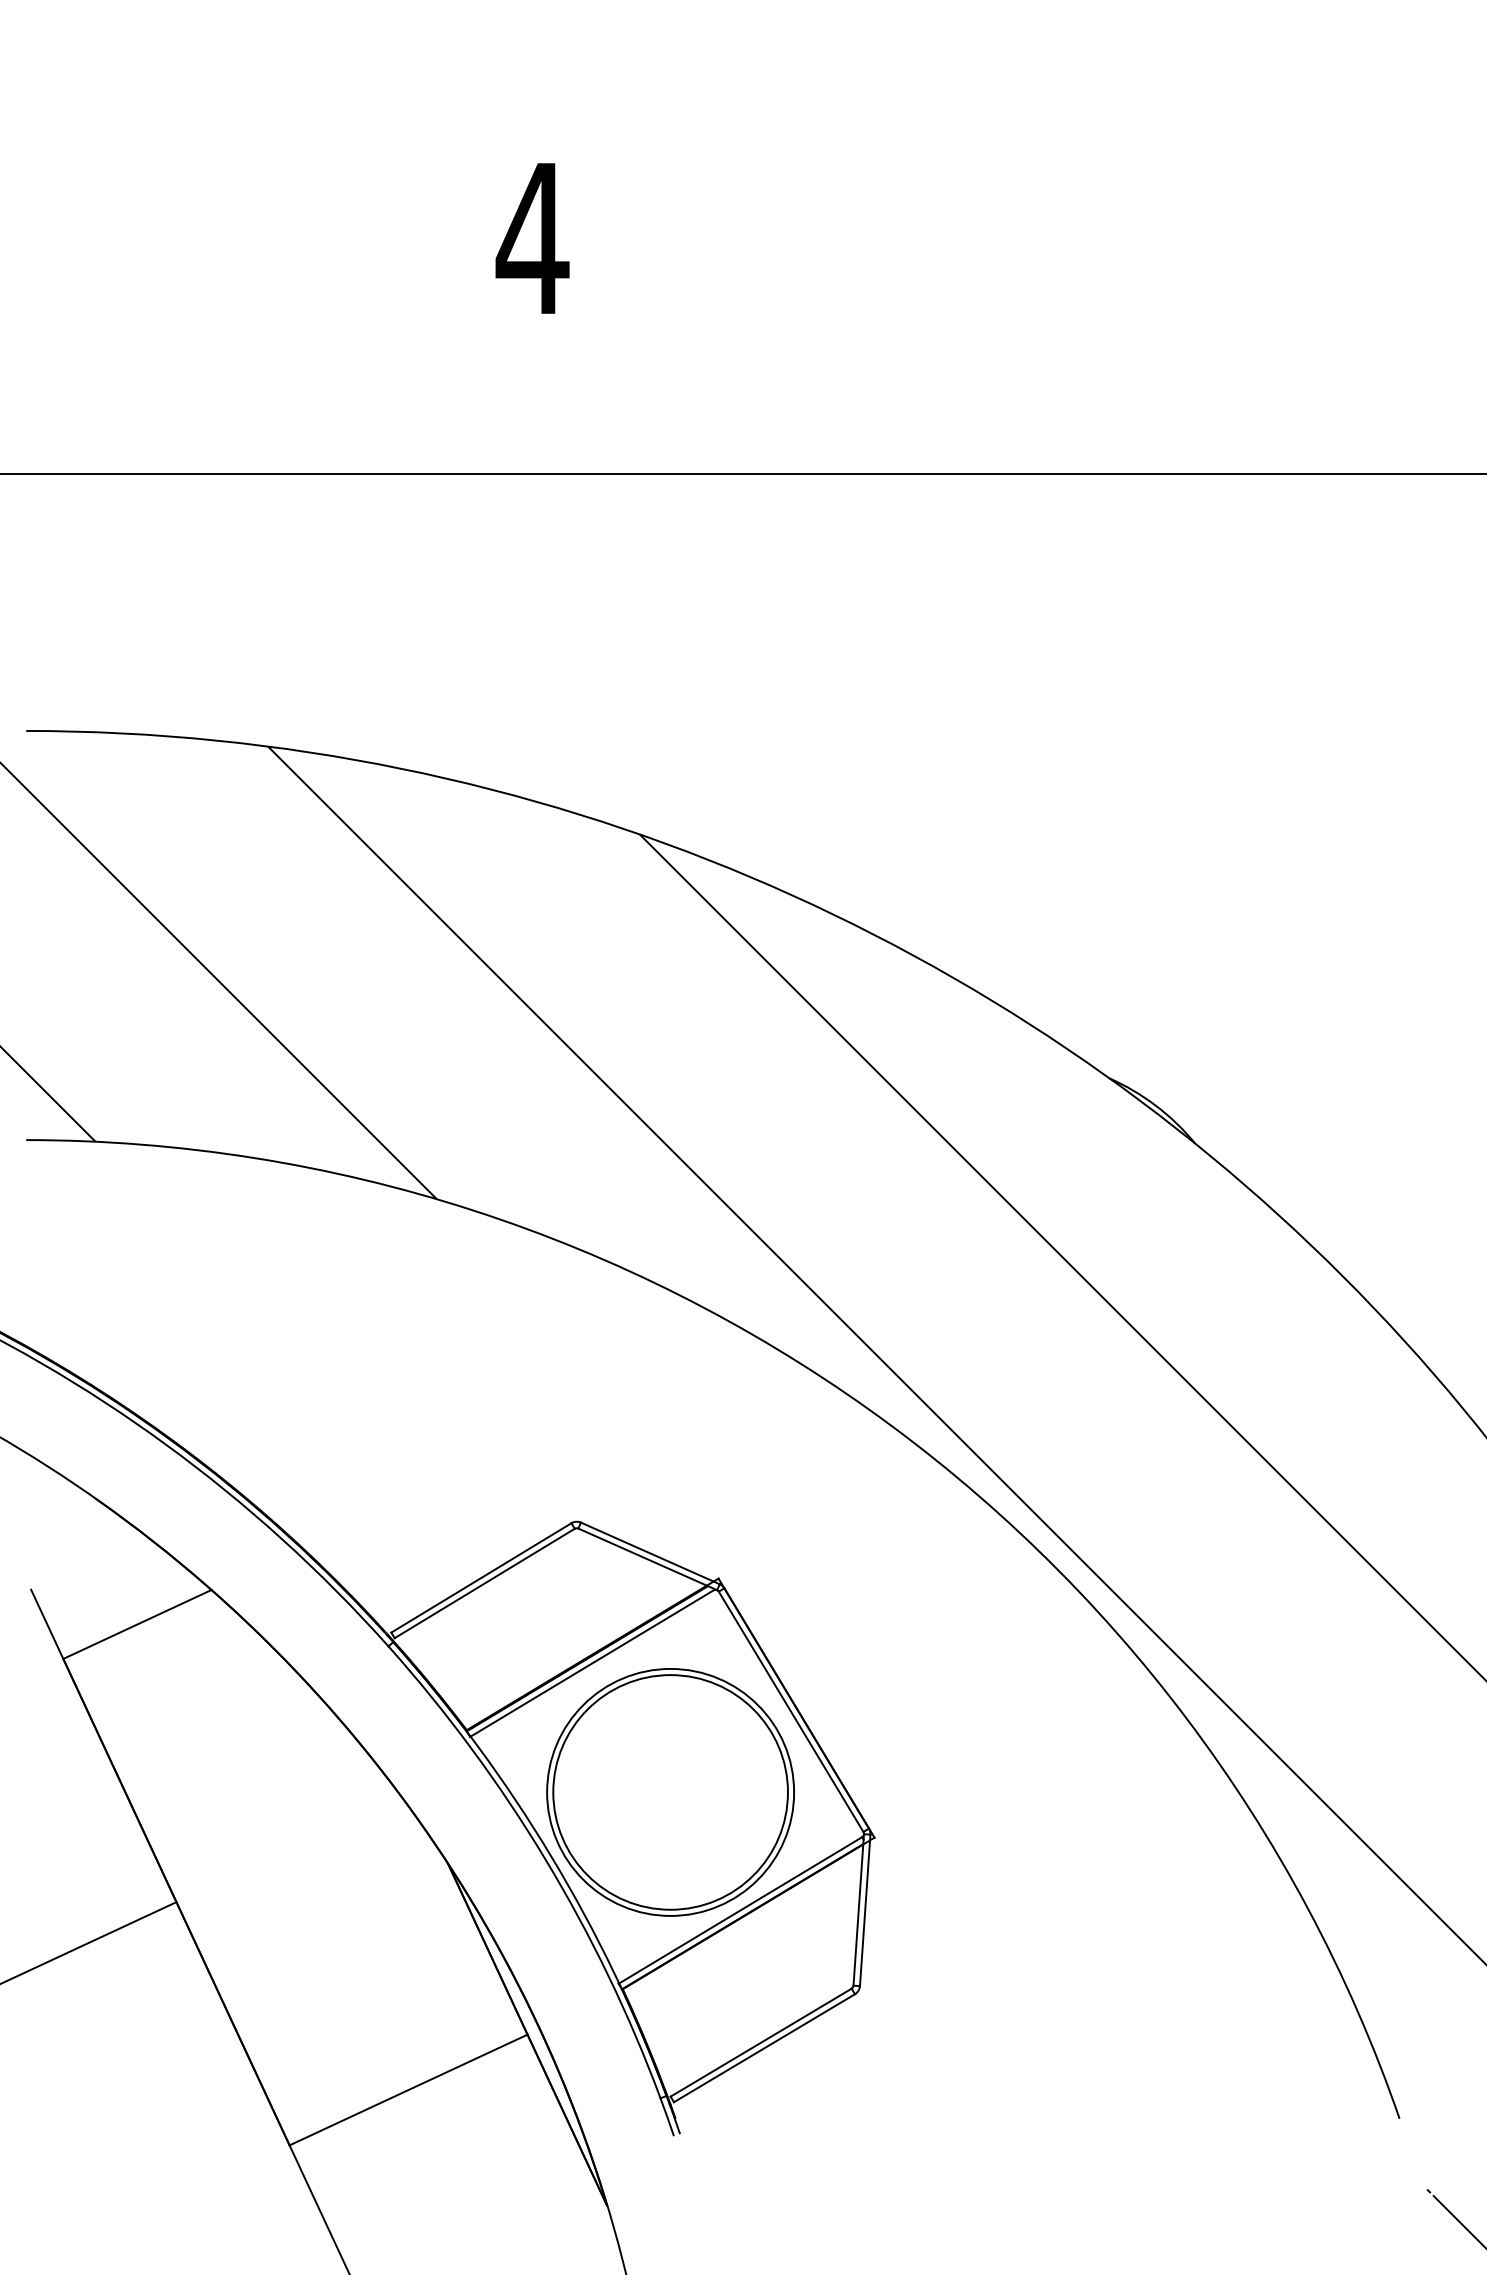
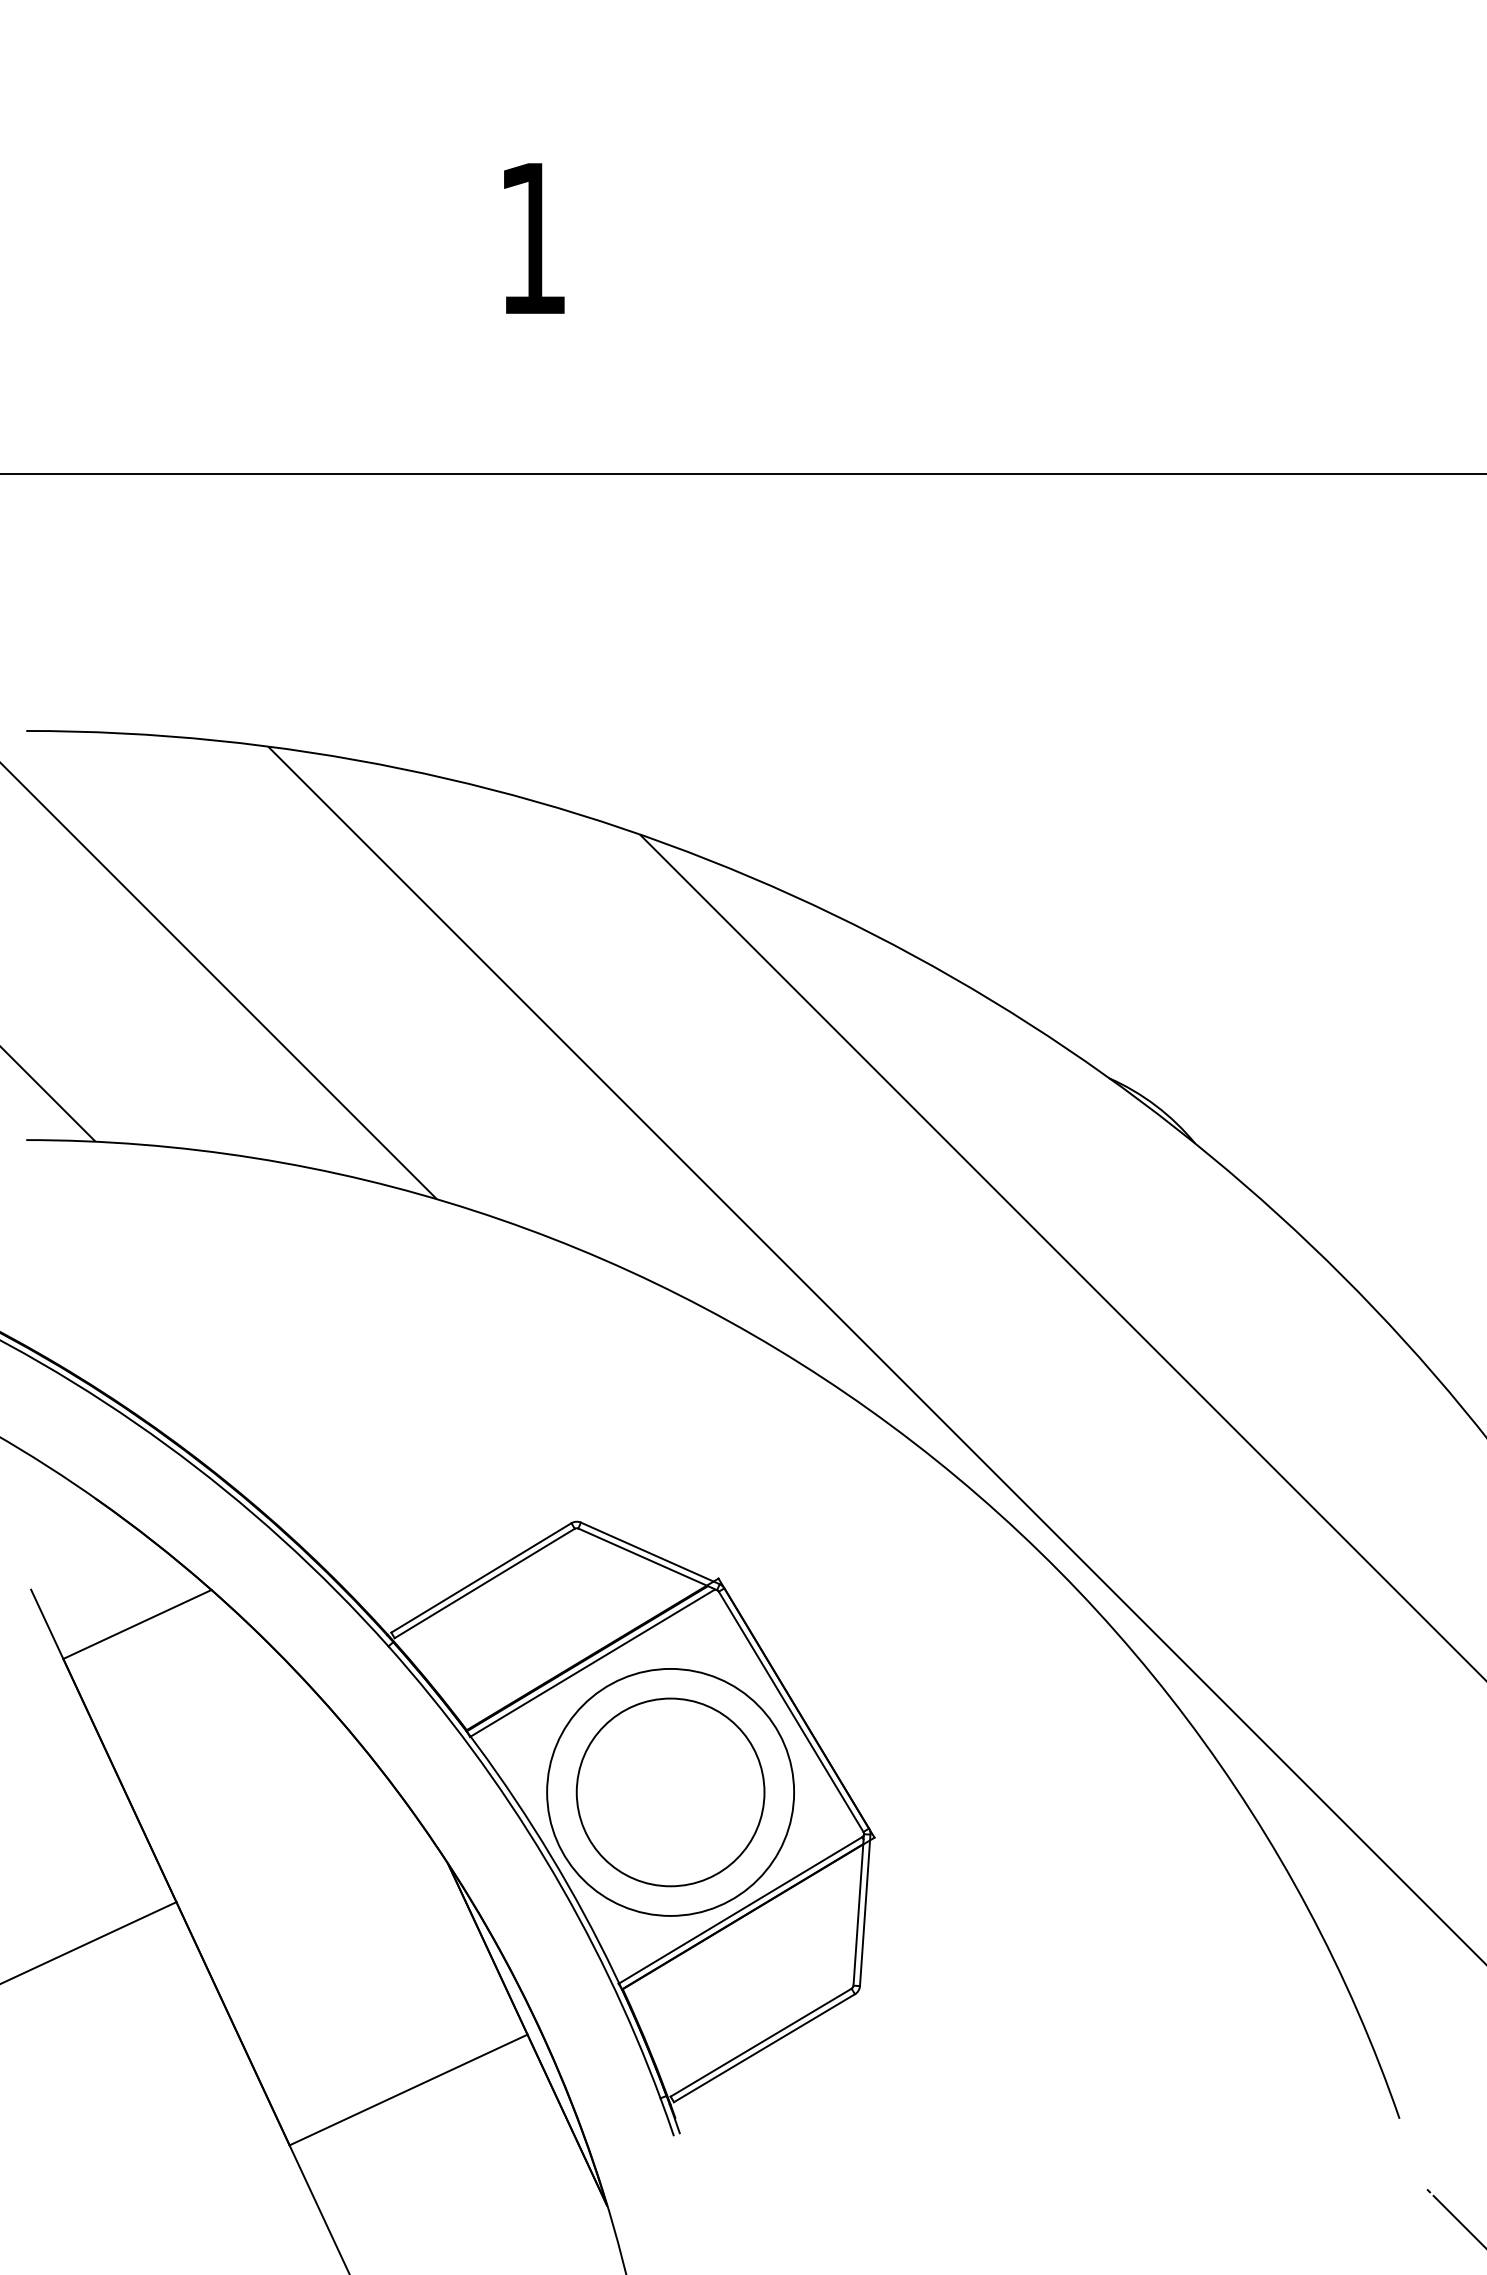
text at (532, 238): 4 -> 1
circle at (670, 1792) diameter: 235 px -> 188 px
